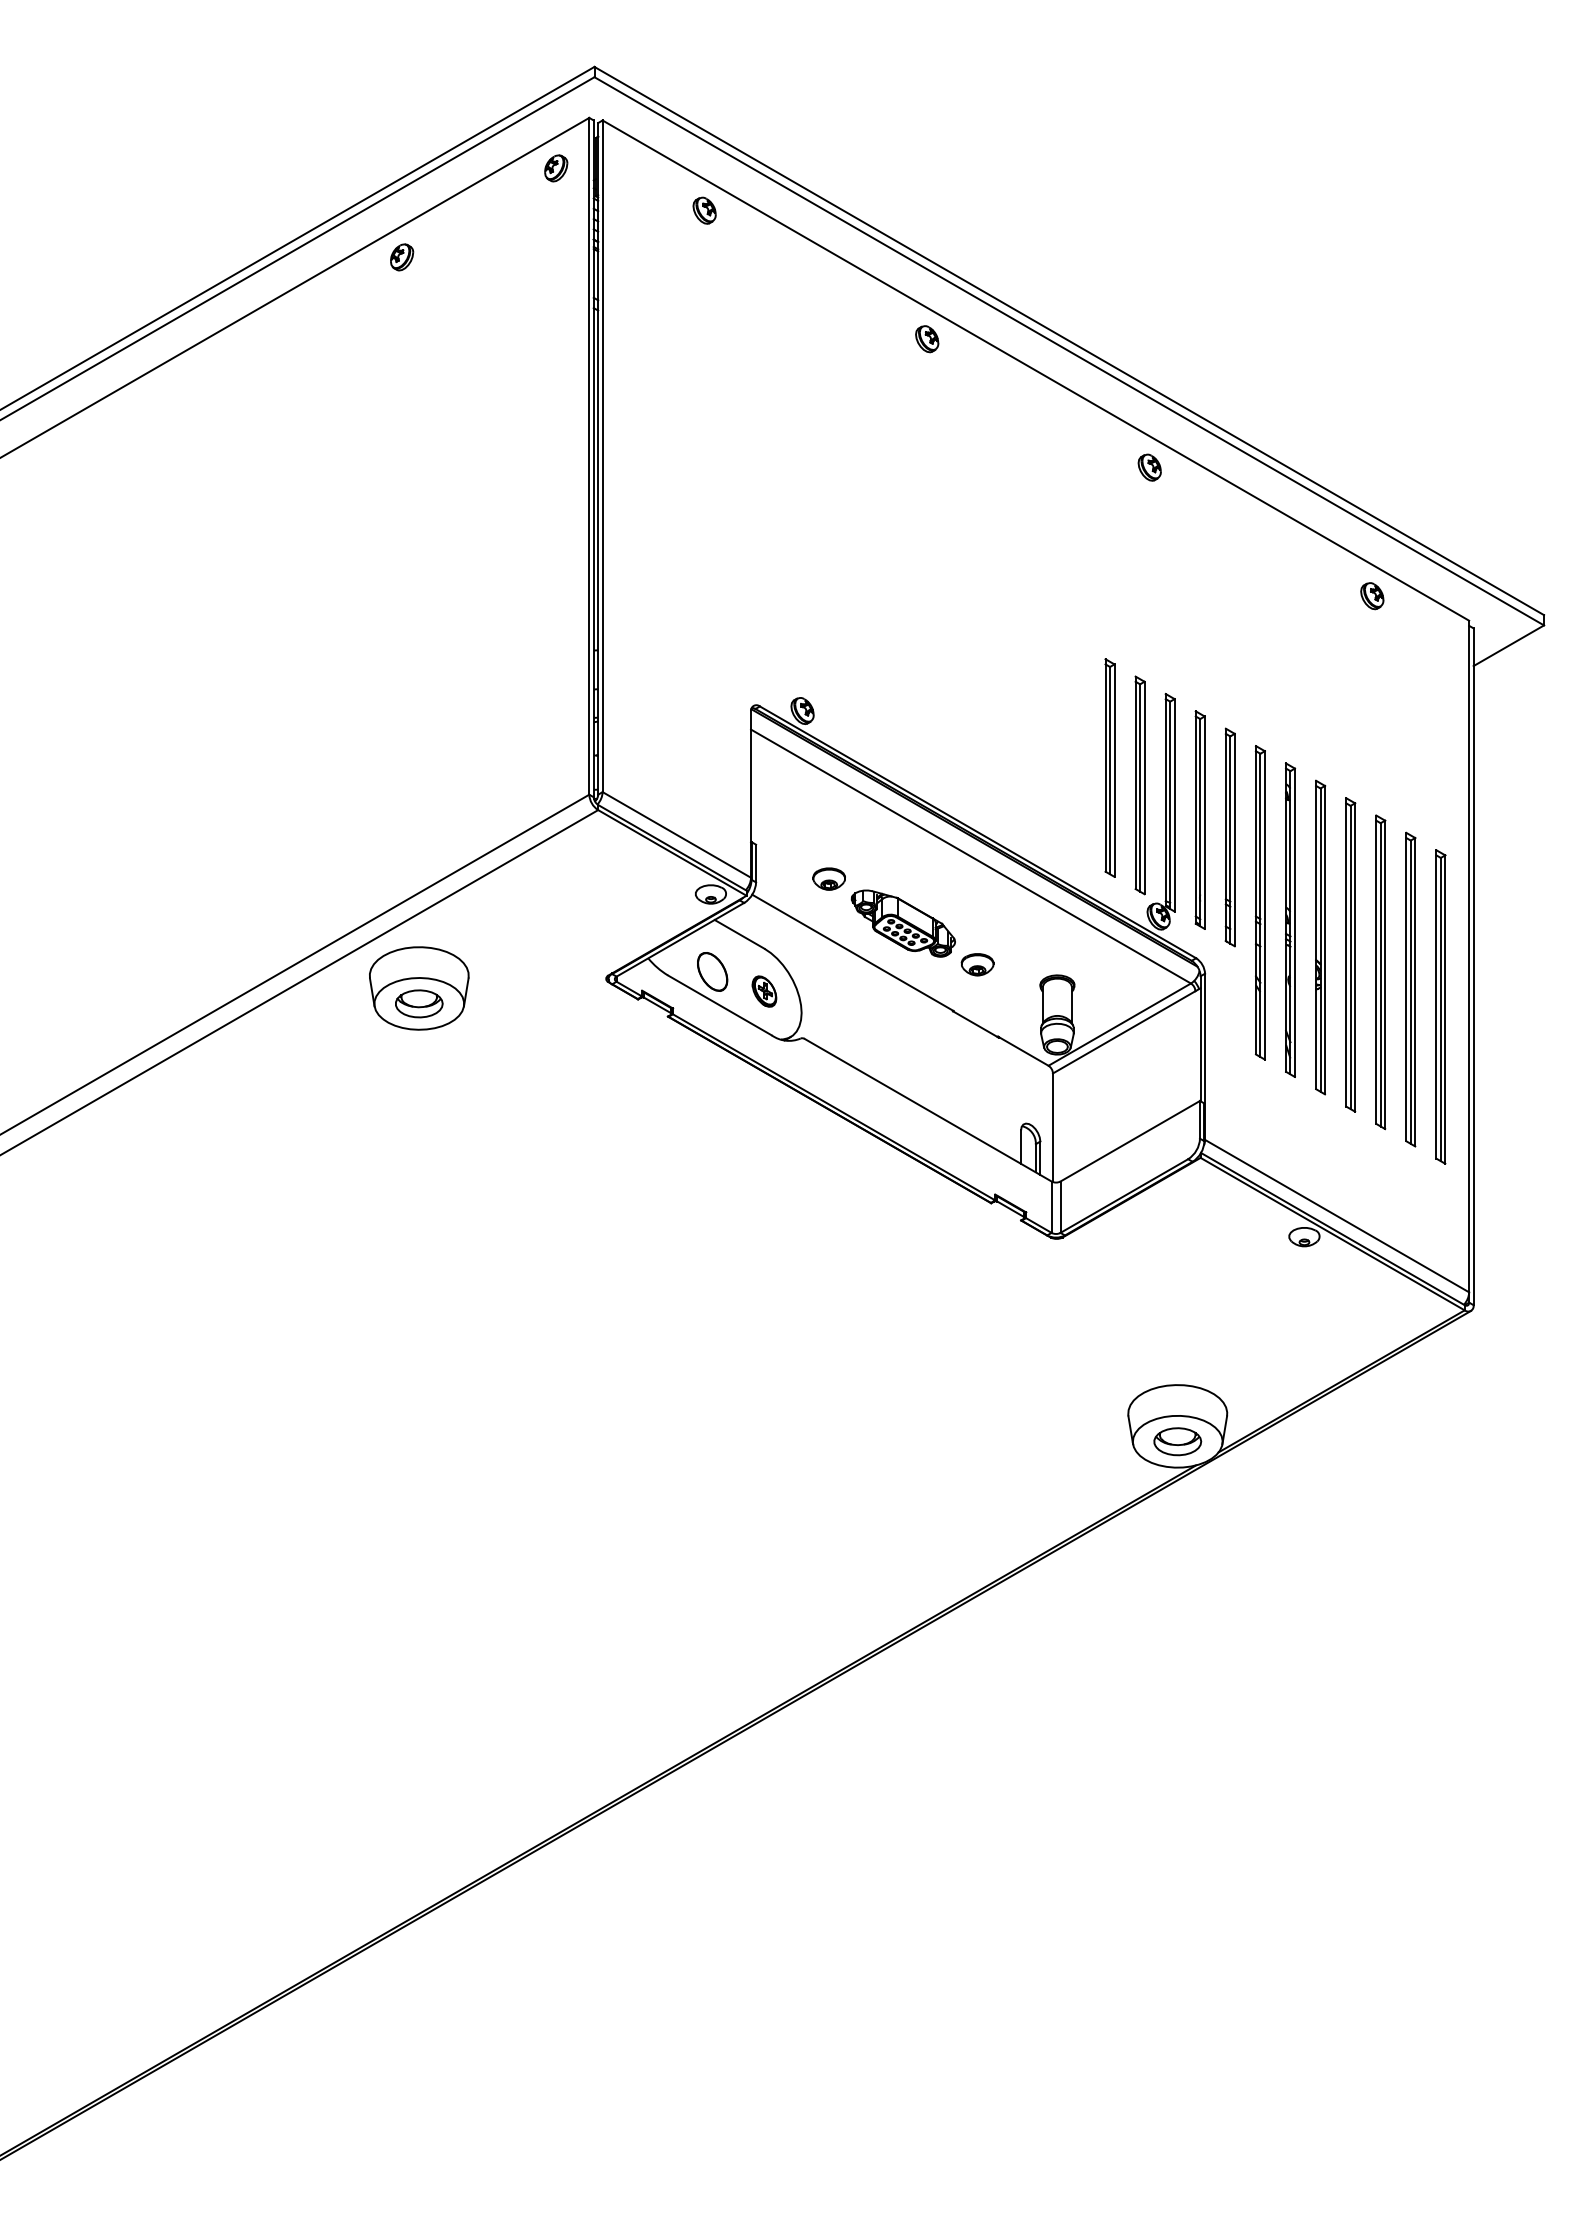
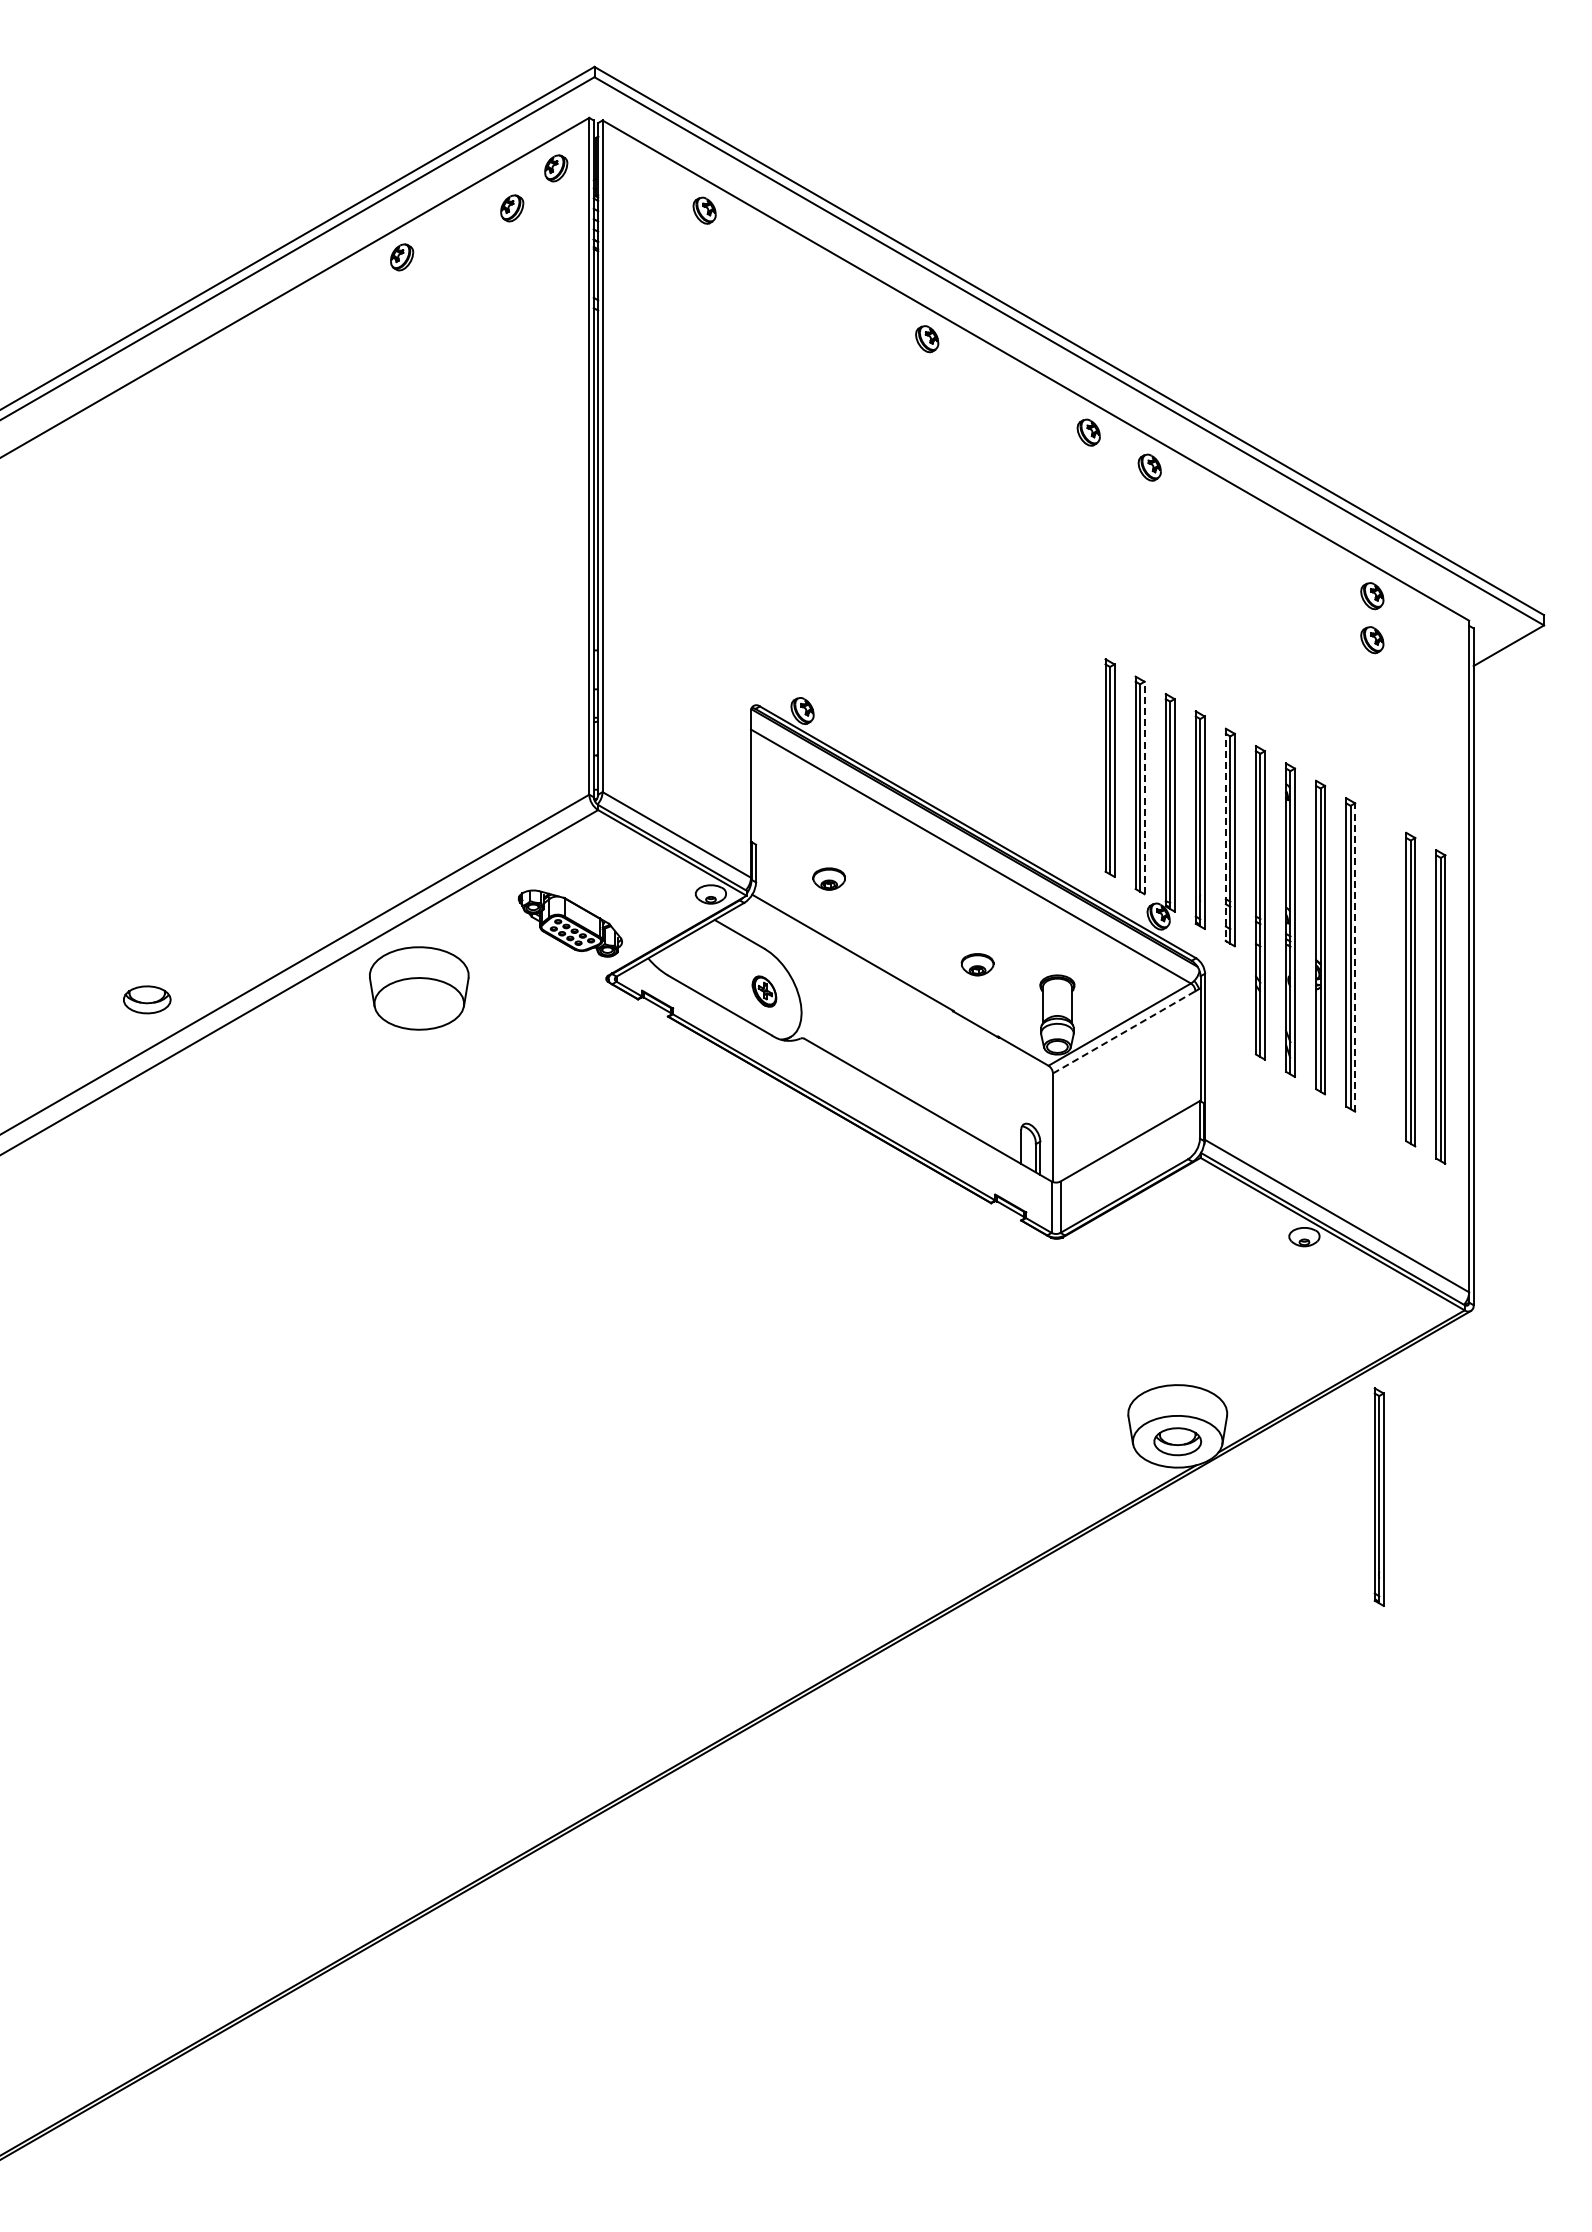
part at (512, 208): none -> present
part at (1088, 432): none -> present
part at (1372, 640): none -> present
line at (1144, 787): solid -> dashed
line at (1225, 835): solid -> dashed
part at (902, 923) position: (902, 923) -> (569, 923)
line at (1355, 956): solid -> dashed
part at (712, 971): present -> none
part at (1380, 972): present -> none
part at (419, 1003) position: (419, 1003) -> (147, 999)
line at (1124, 1032): solid -> dashed
part at (1378, 1496): none -> present
